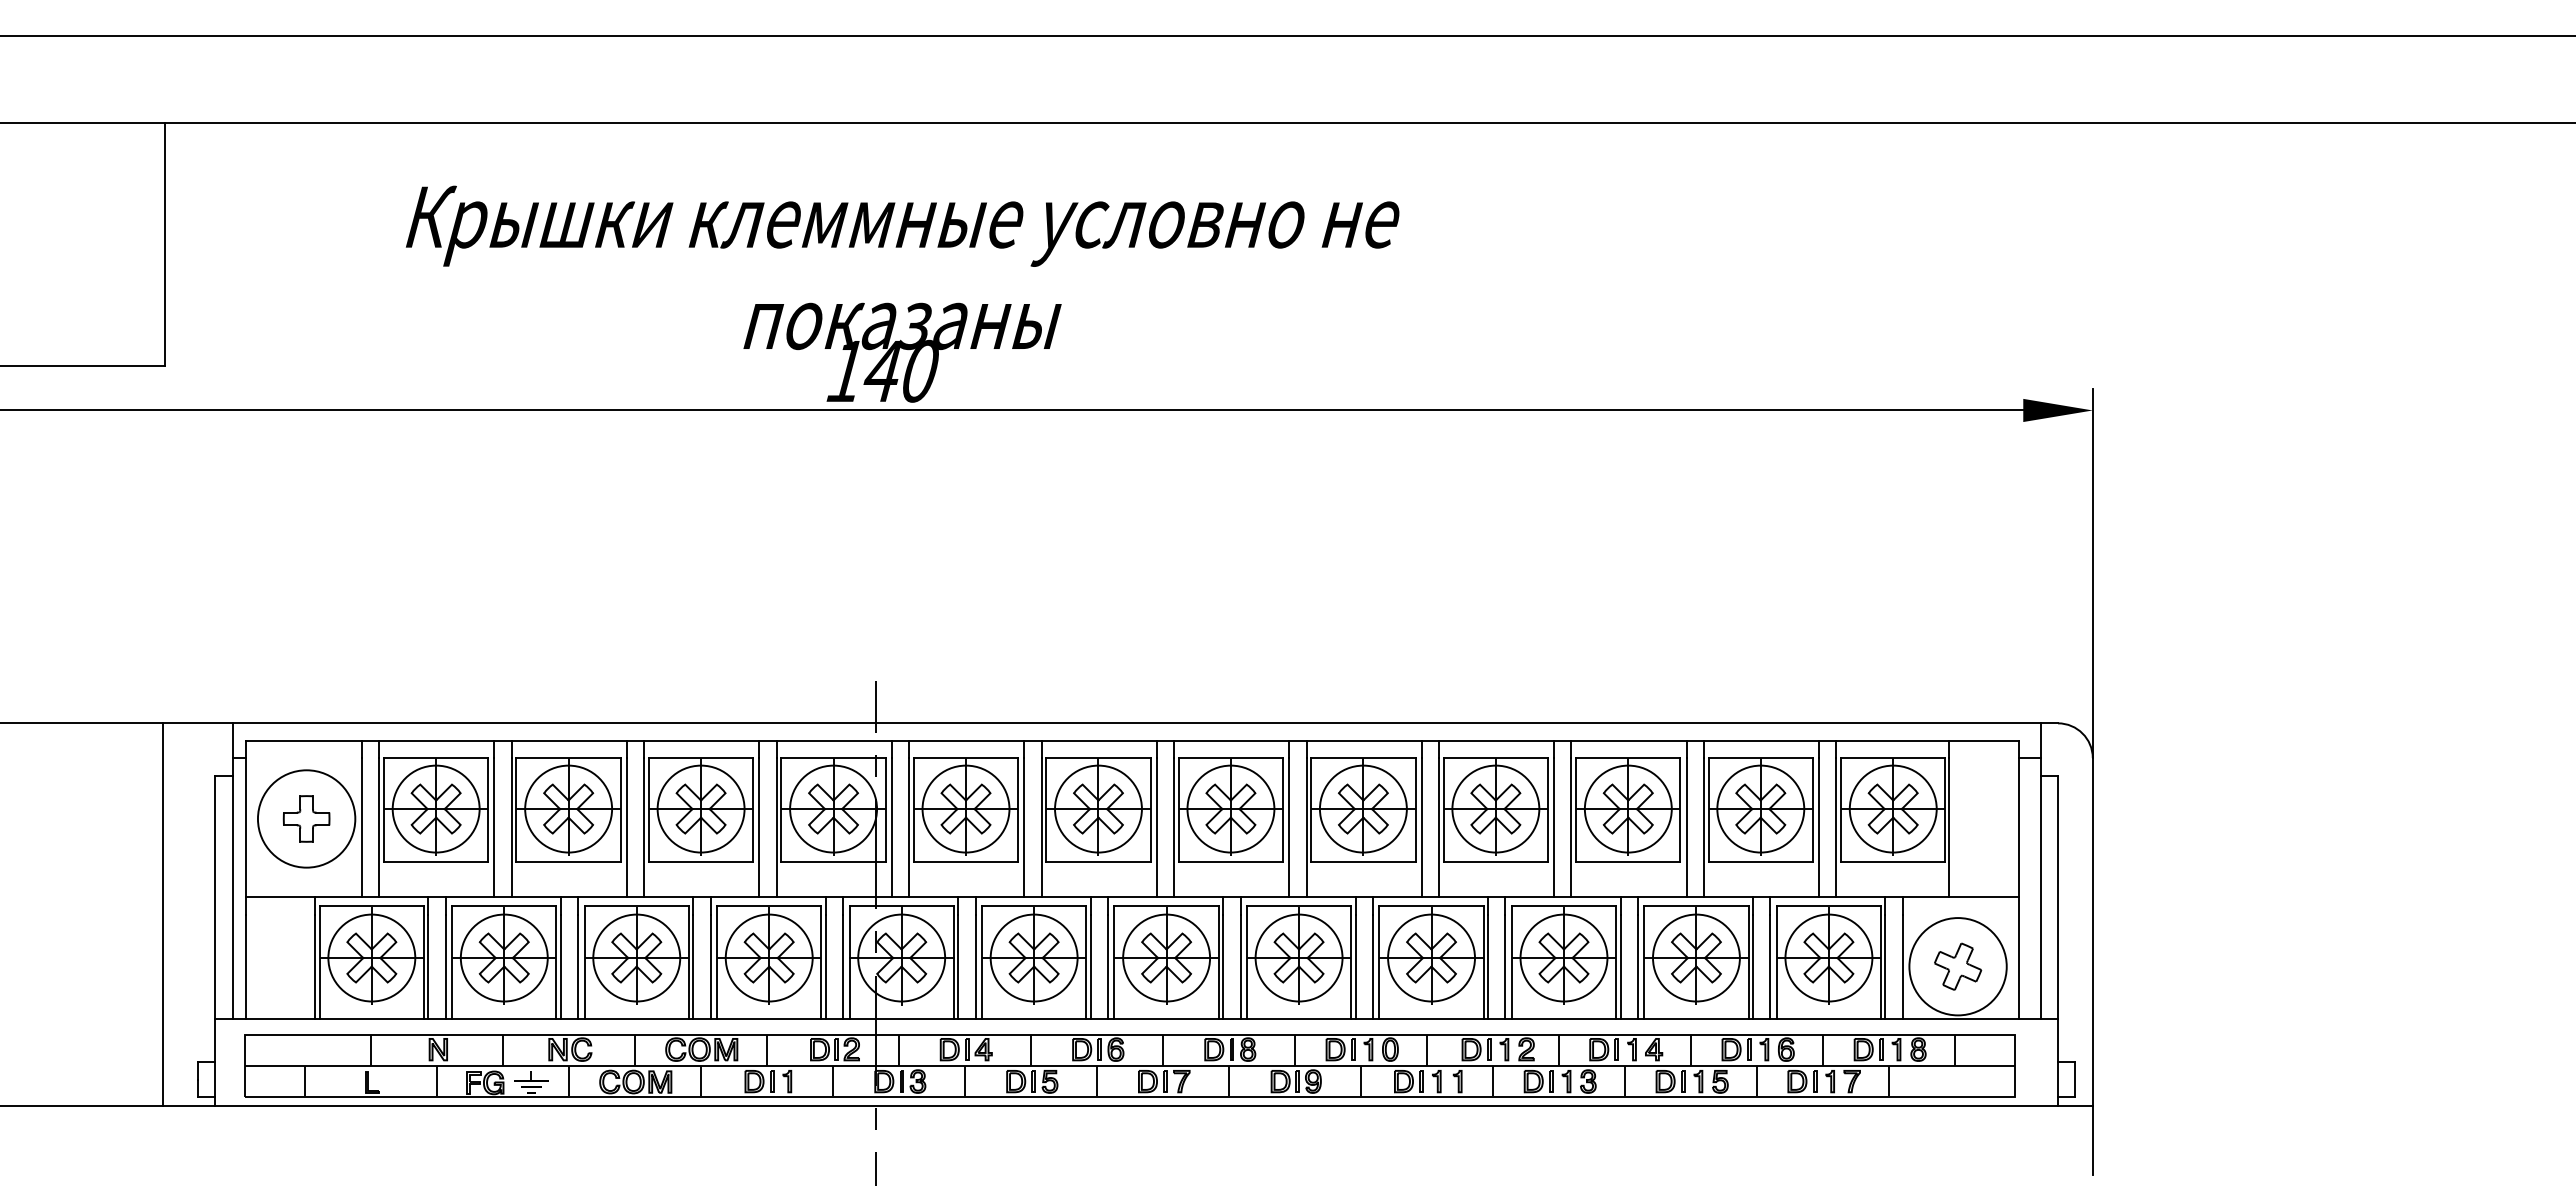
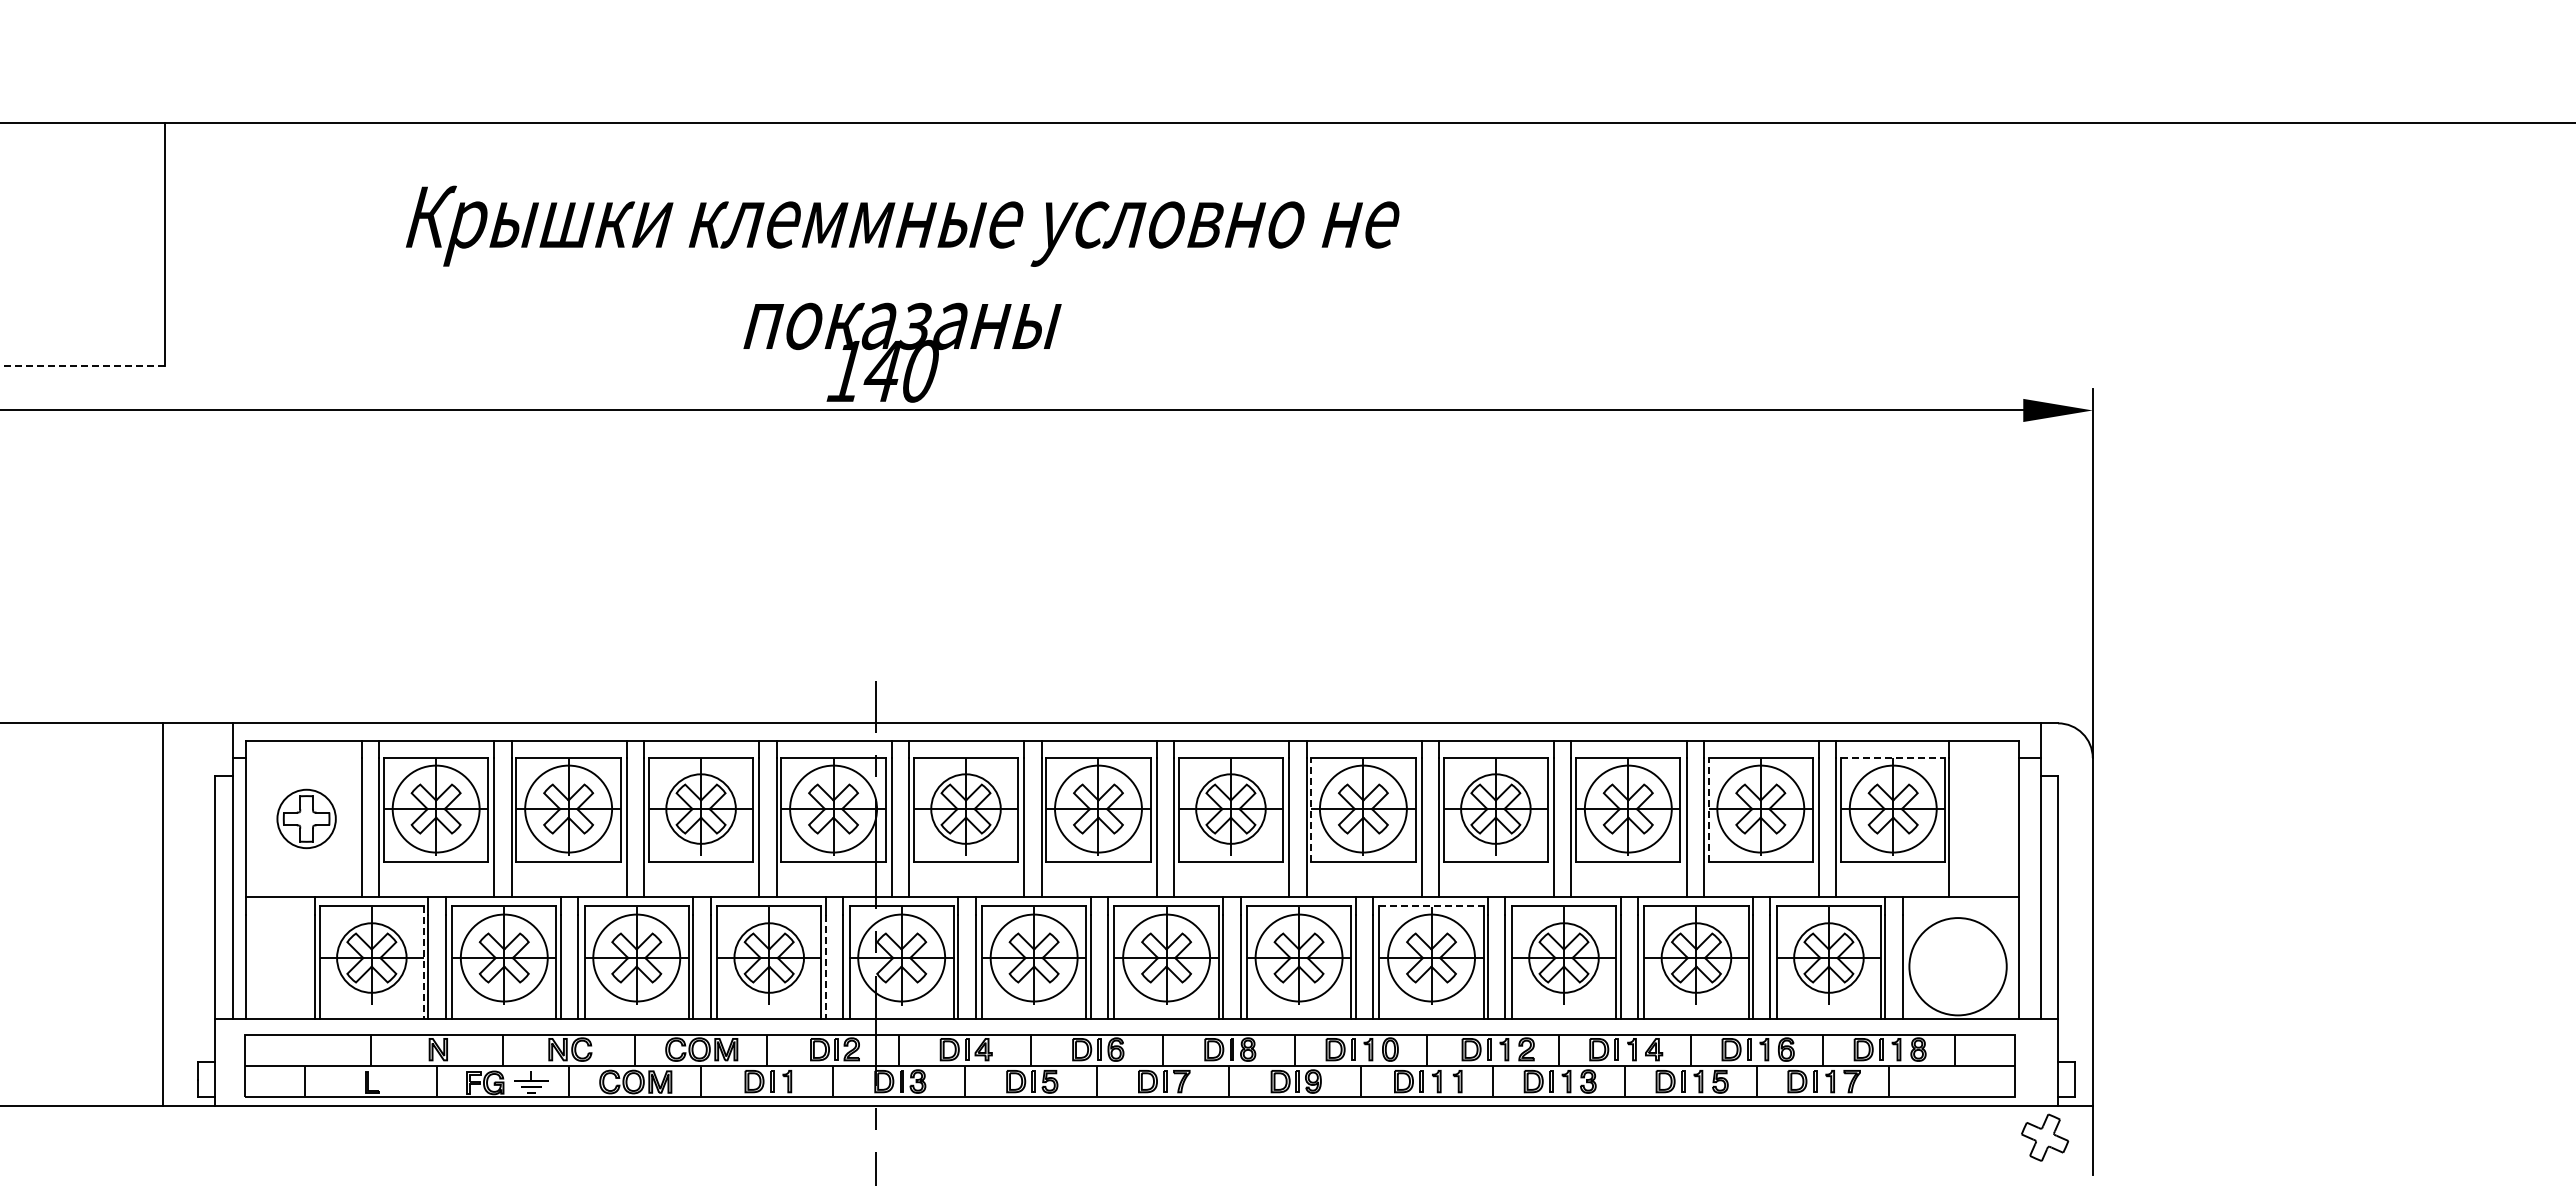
line at (1287, 35): present -> none
line at (83, 366): solid -> dashed
line at (1893, 758): solid -> dashed
circle at (700, 808) diameter: 87 px -> 70 px
circle at (965, 808) diameter: 87 px -> 70 px
circle at (1230, 808) diameter: 87 px -> 70 px
circle at (1495, 808) diameter: 87 px -> 70 px
line at (1311, 809): solid -> dashed
line at (1708, 809): solid -> dashed
circle at (306, 818) diameter: 97 px -> 58 px
line at (1432, 905): solid -> dashed
circle at (371, 957) diameter: 87 px -> 70 px
circle at (768, 957) diameter: 87 px -> 70 px
circle at (1563, 957) diameter: 87 px -> 70 px
circle at (1696, 957) diameter: 87 px -> 70 px
circle at (1828, 957) diameter: 87 px -> 70 px
line at (423, 962): solid -> dashed
part at (1958, 966) position: (1958, 966) -> (2045, 1137)
line at (825, 967): solid -> dashed
